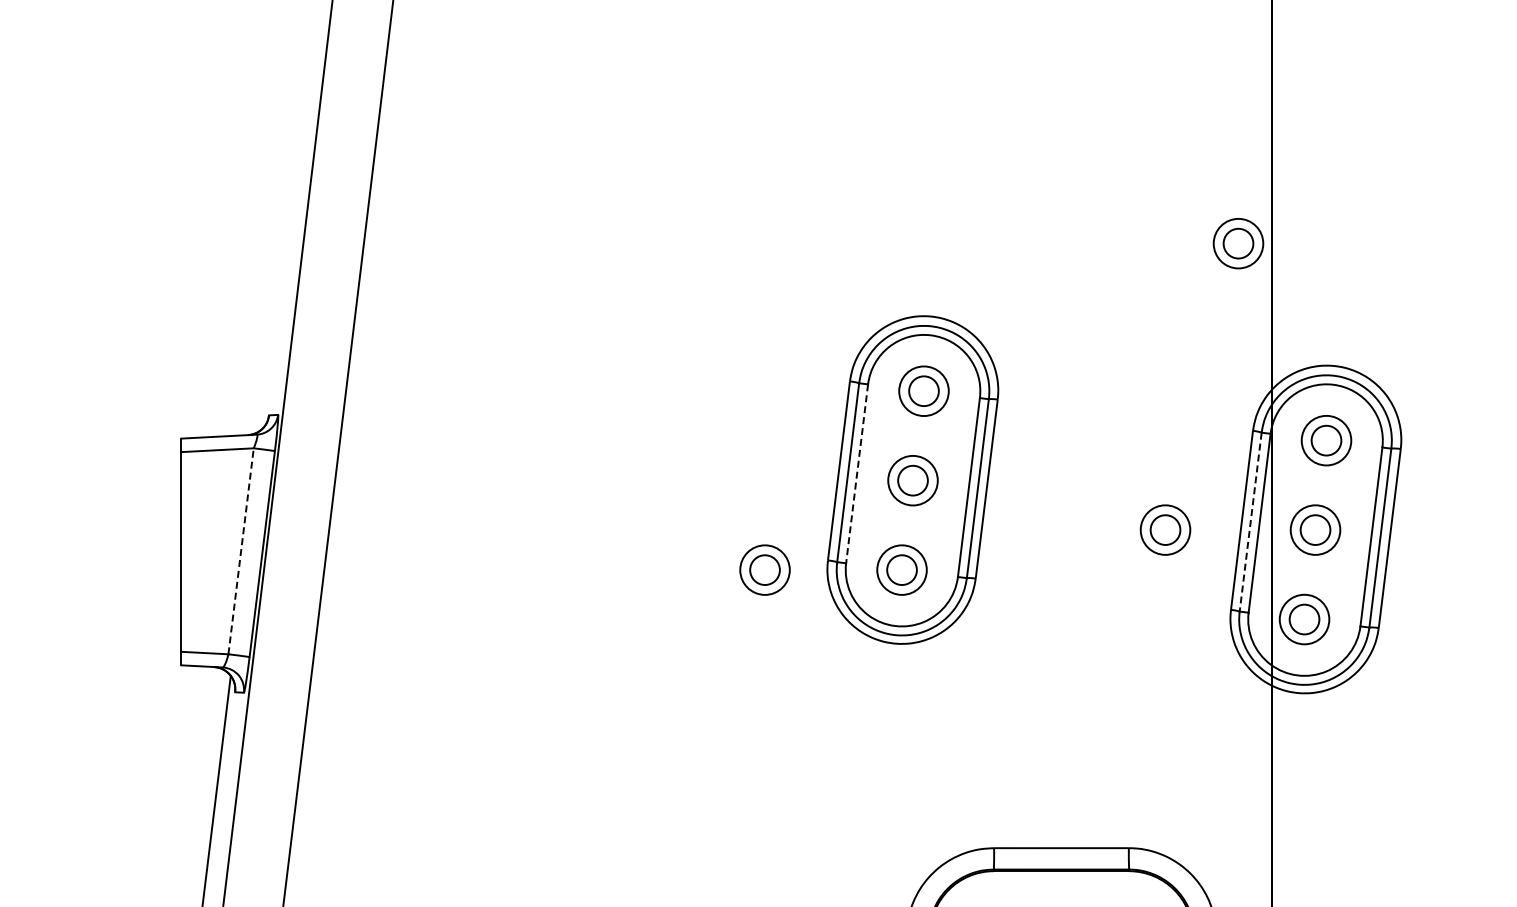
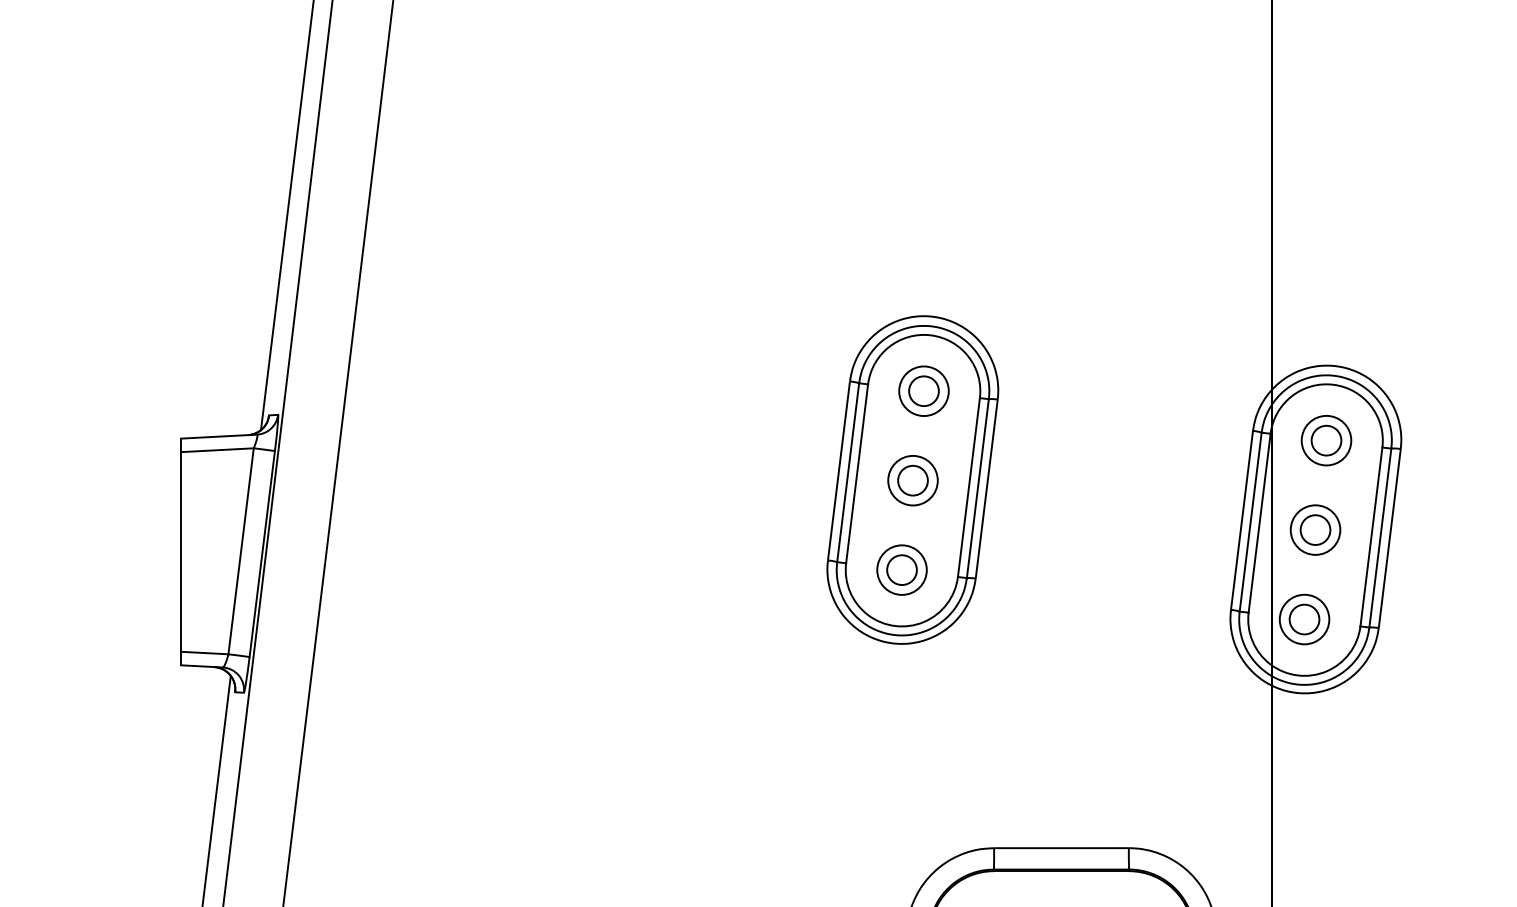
line at (286, 216): none -> present
part at (1238, 243): present -> none
line at (857, 474): dashed -> solid
line at (1250, 522): dashed -> solid
part at (1165, 529): present -> none
line at (241, 551): dashed -> solid
part at (764, 569): present -> none
